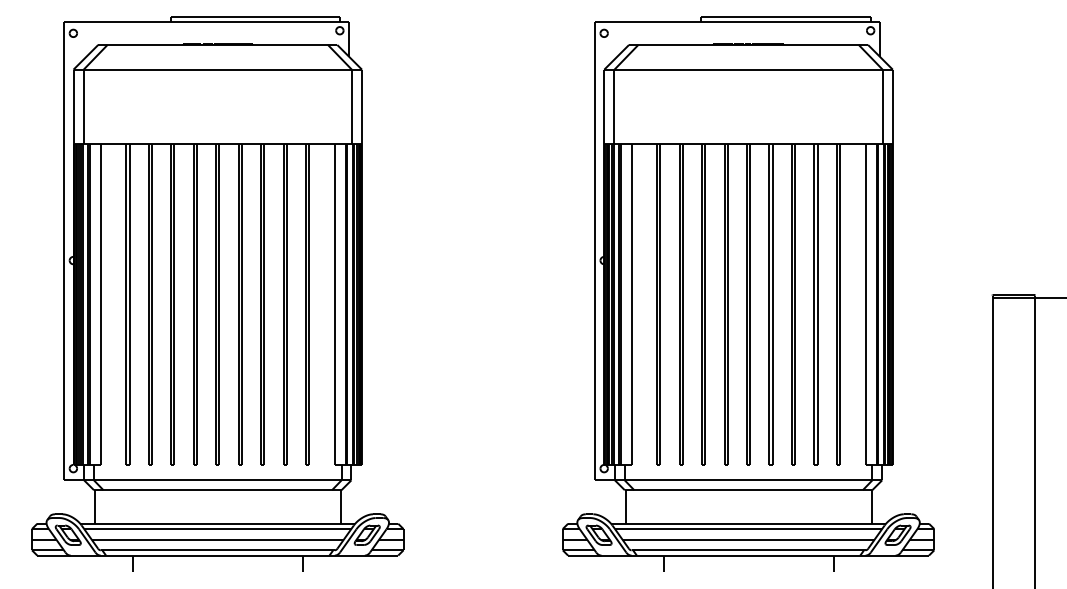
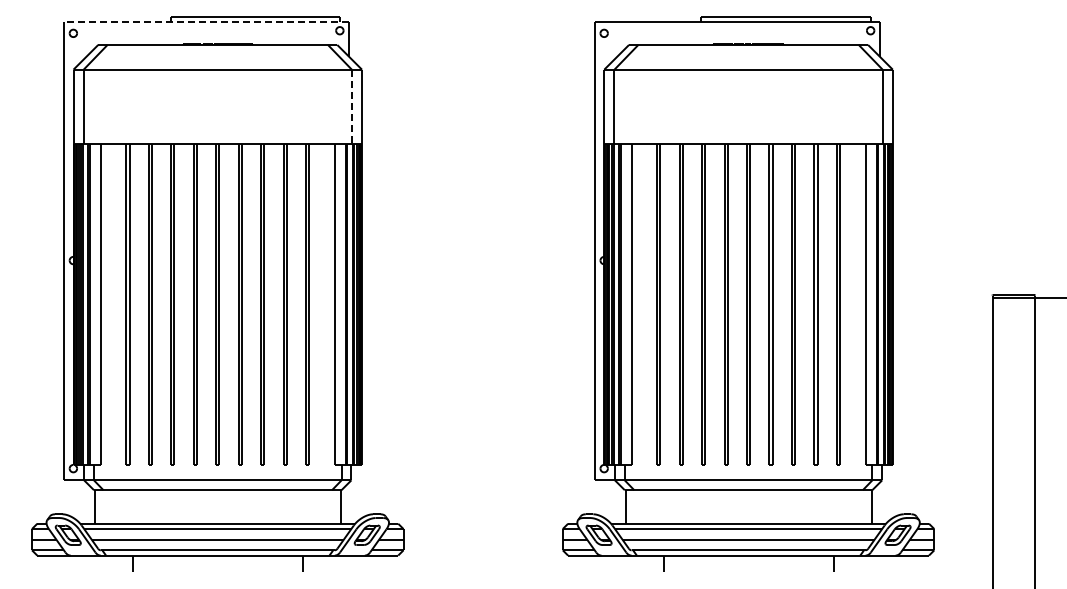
line at (206, 21): solid -> dashed
line at (351, 107): solid -> dashed
